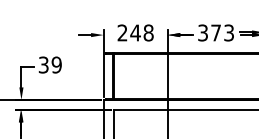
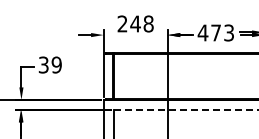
text at (135, 32) position: (135, 32) -> (135, 23)
text at (202, 32): 373 -> 473
line at (186, 109): solid -> dashed
